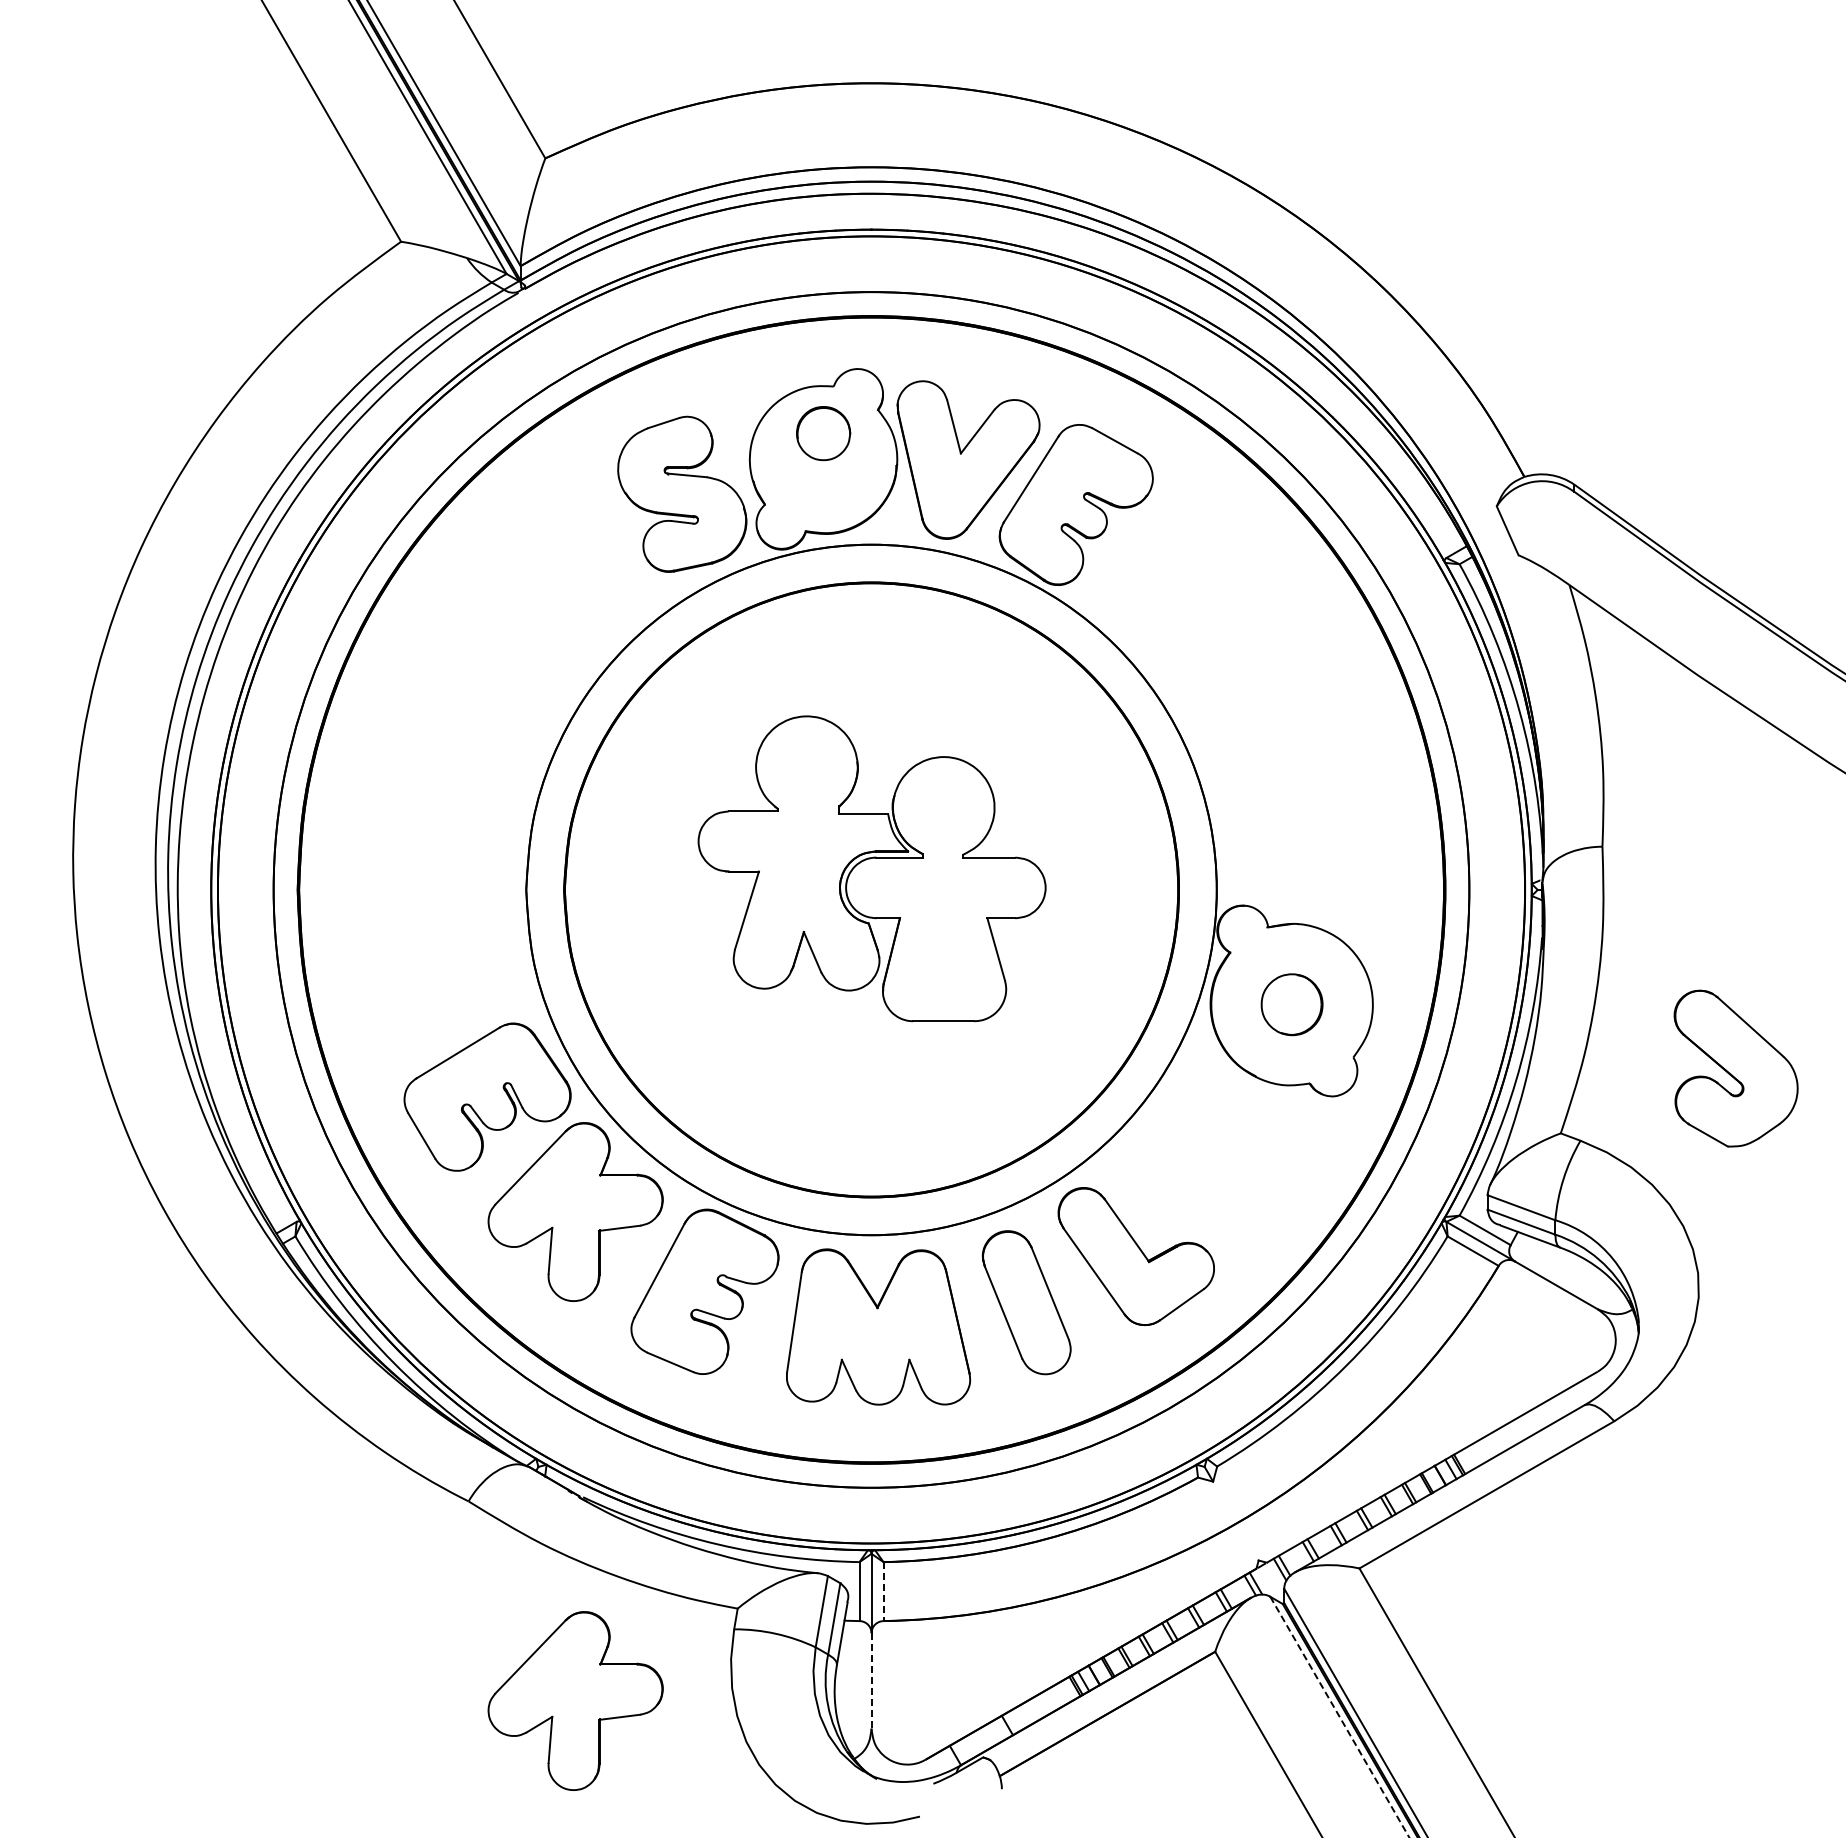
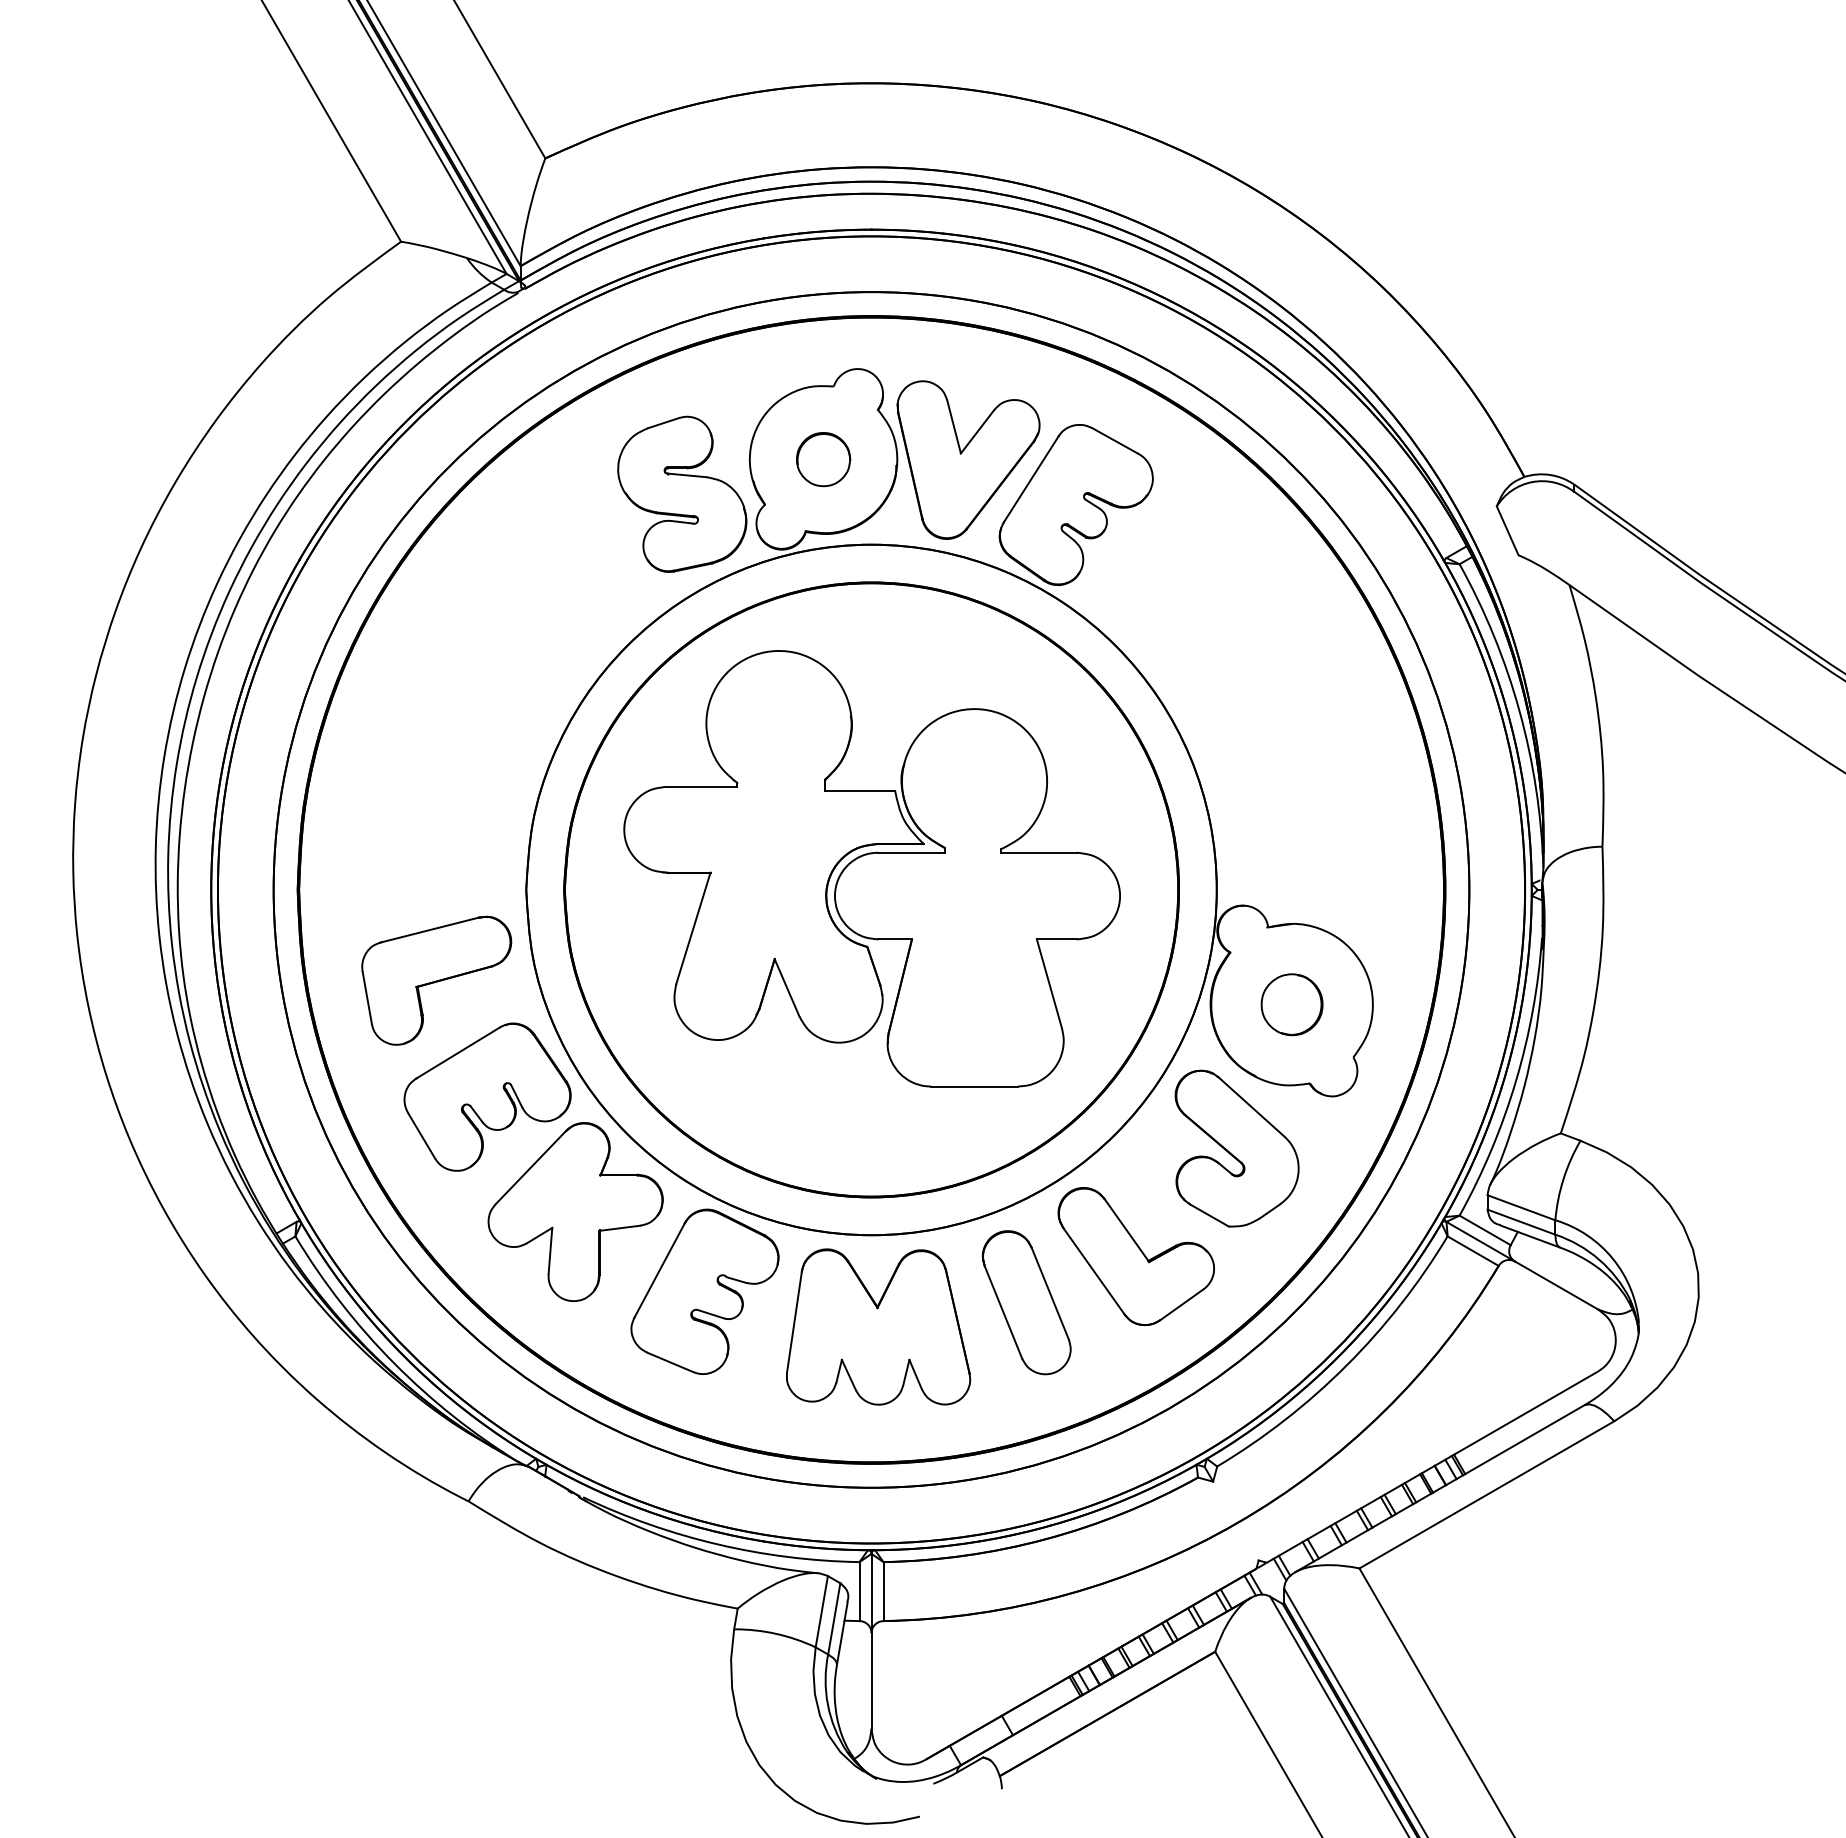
part at (823, 433) position: (823, 433) -> (823, 459)
part at (871, 868) size: 350x308 px -> 498x438 px
part at (436, 980): none -> present
part at (1735, 1068) position: (1735, 1068) -> (1236, 1148)
line at (883, 1592): dashed -> solid
line at (871, 1680): dashed -> solid
part at (575, 1700): present -> none
line at (1339, 1716): dashed -> solid
